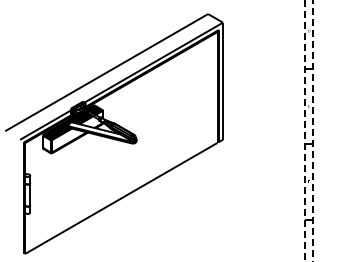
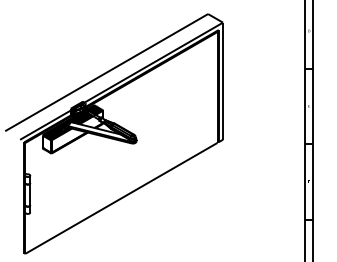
line at (305, 130): dashed -> solid
line at (312, 130): dashed -> solid
